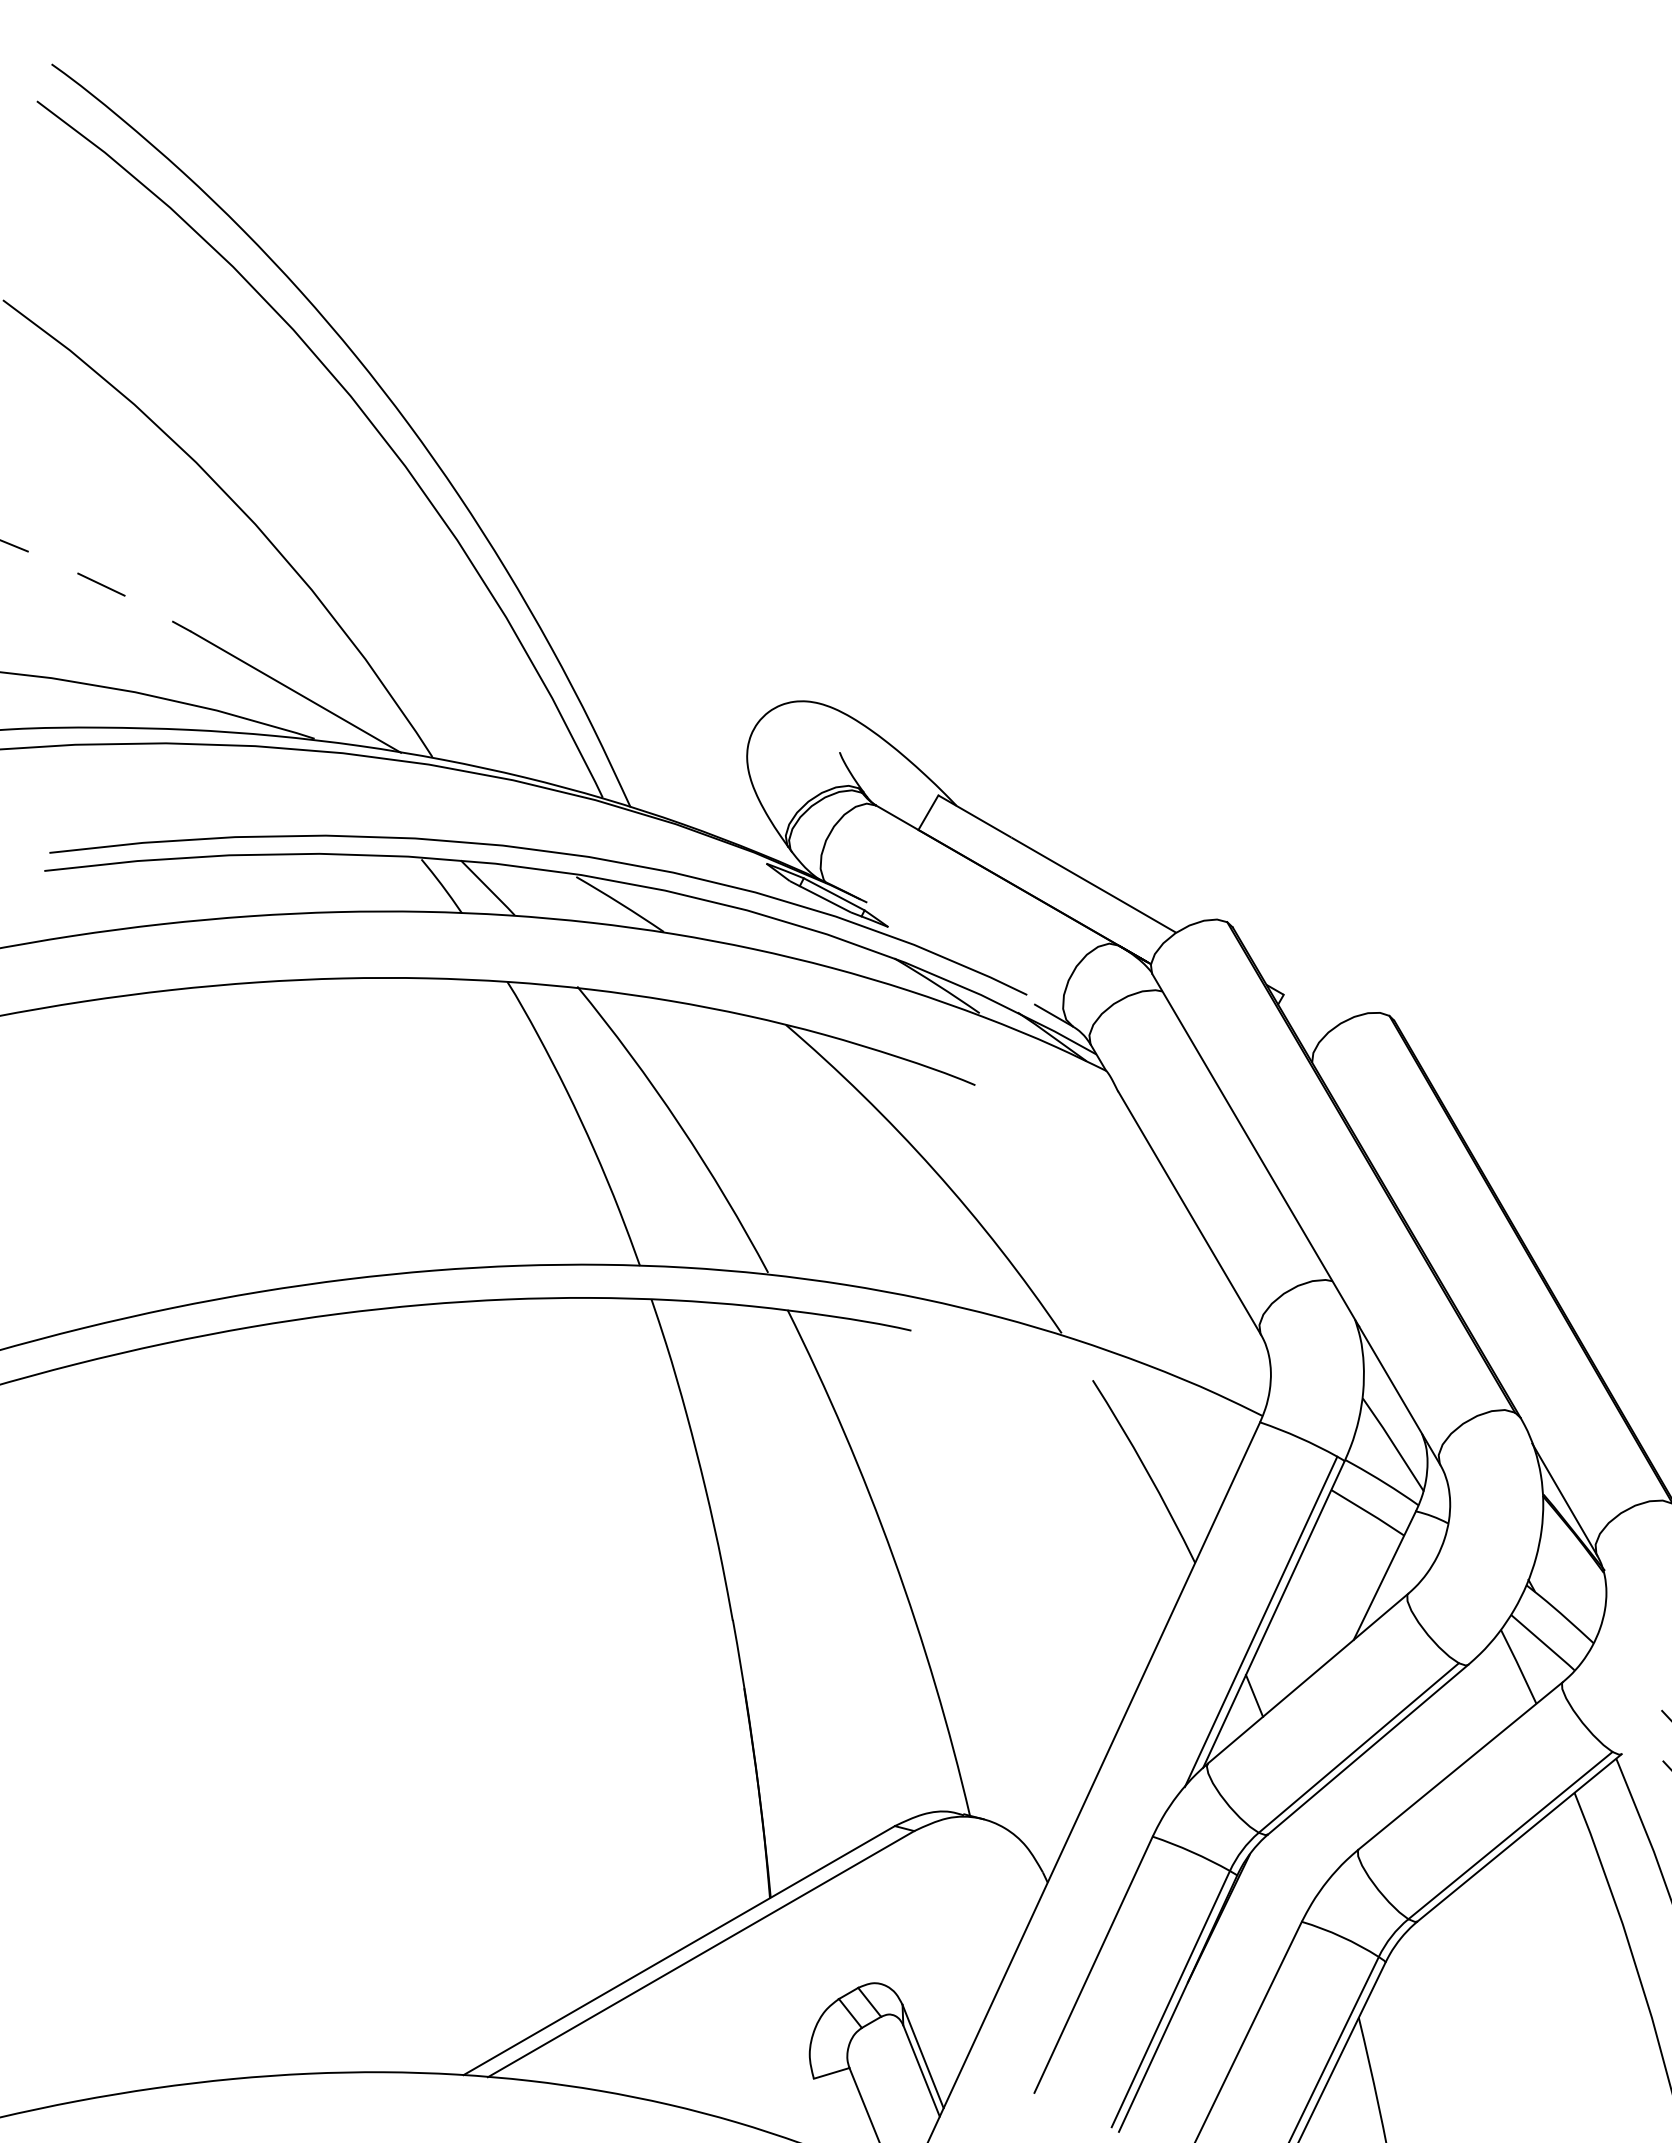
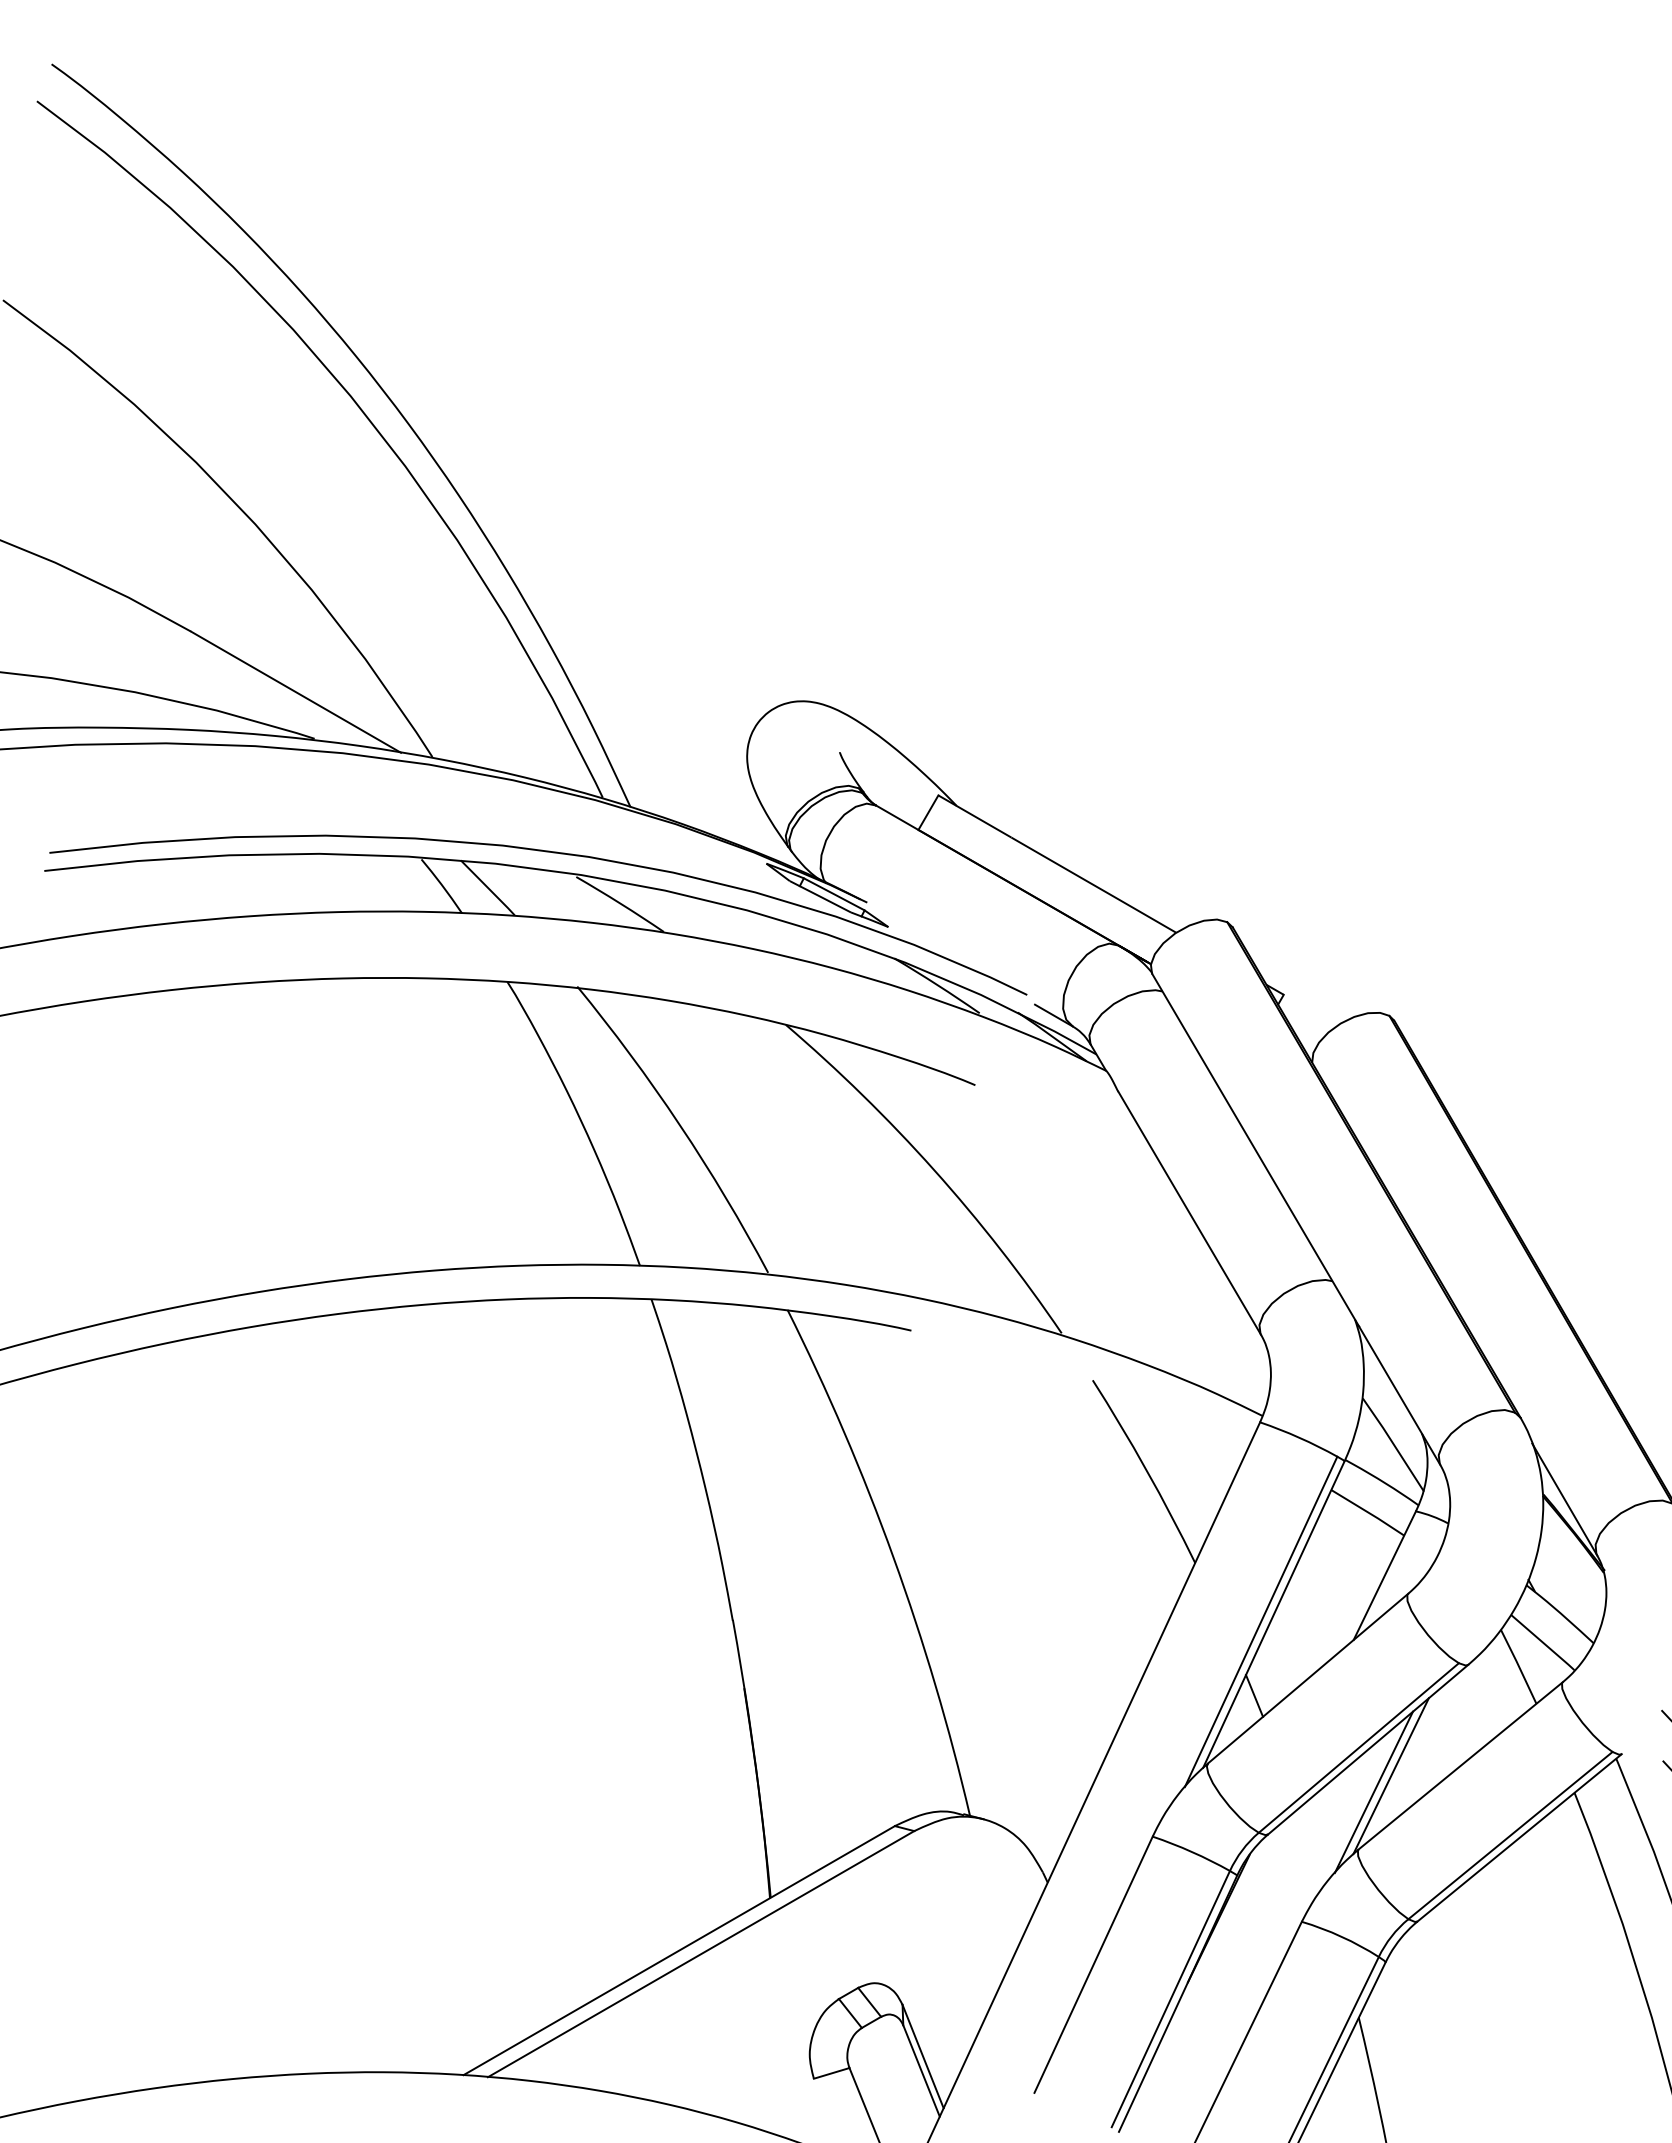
line at (97, 582): dashed -> solid
line at (1390, 1776): none -> present
line at (1373, 1792): none -> present
